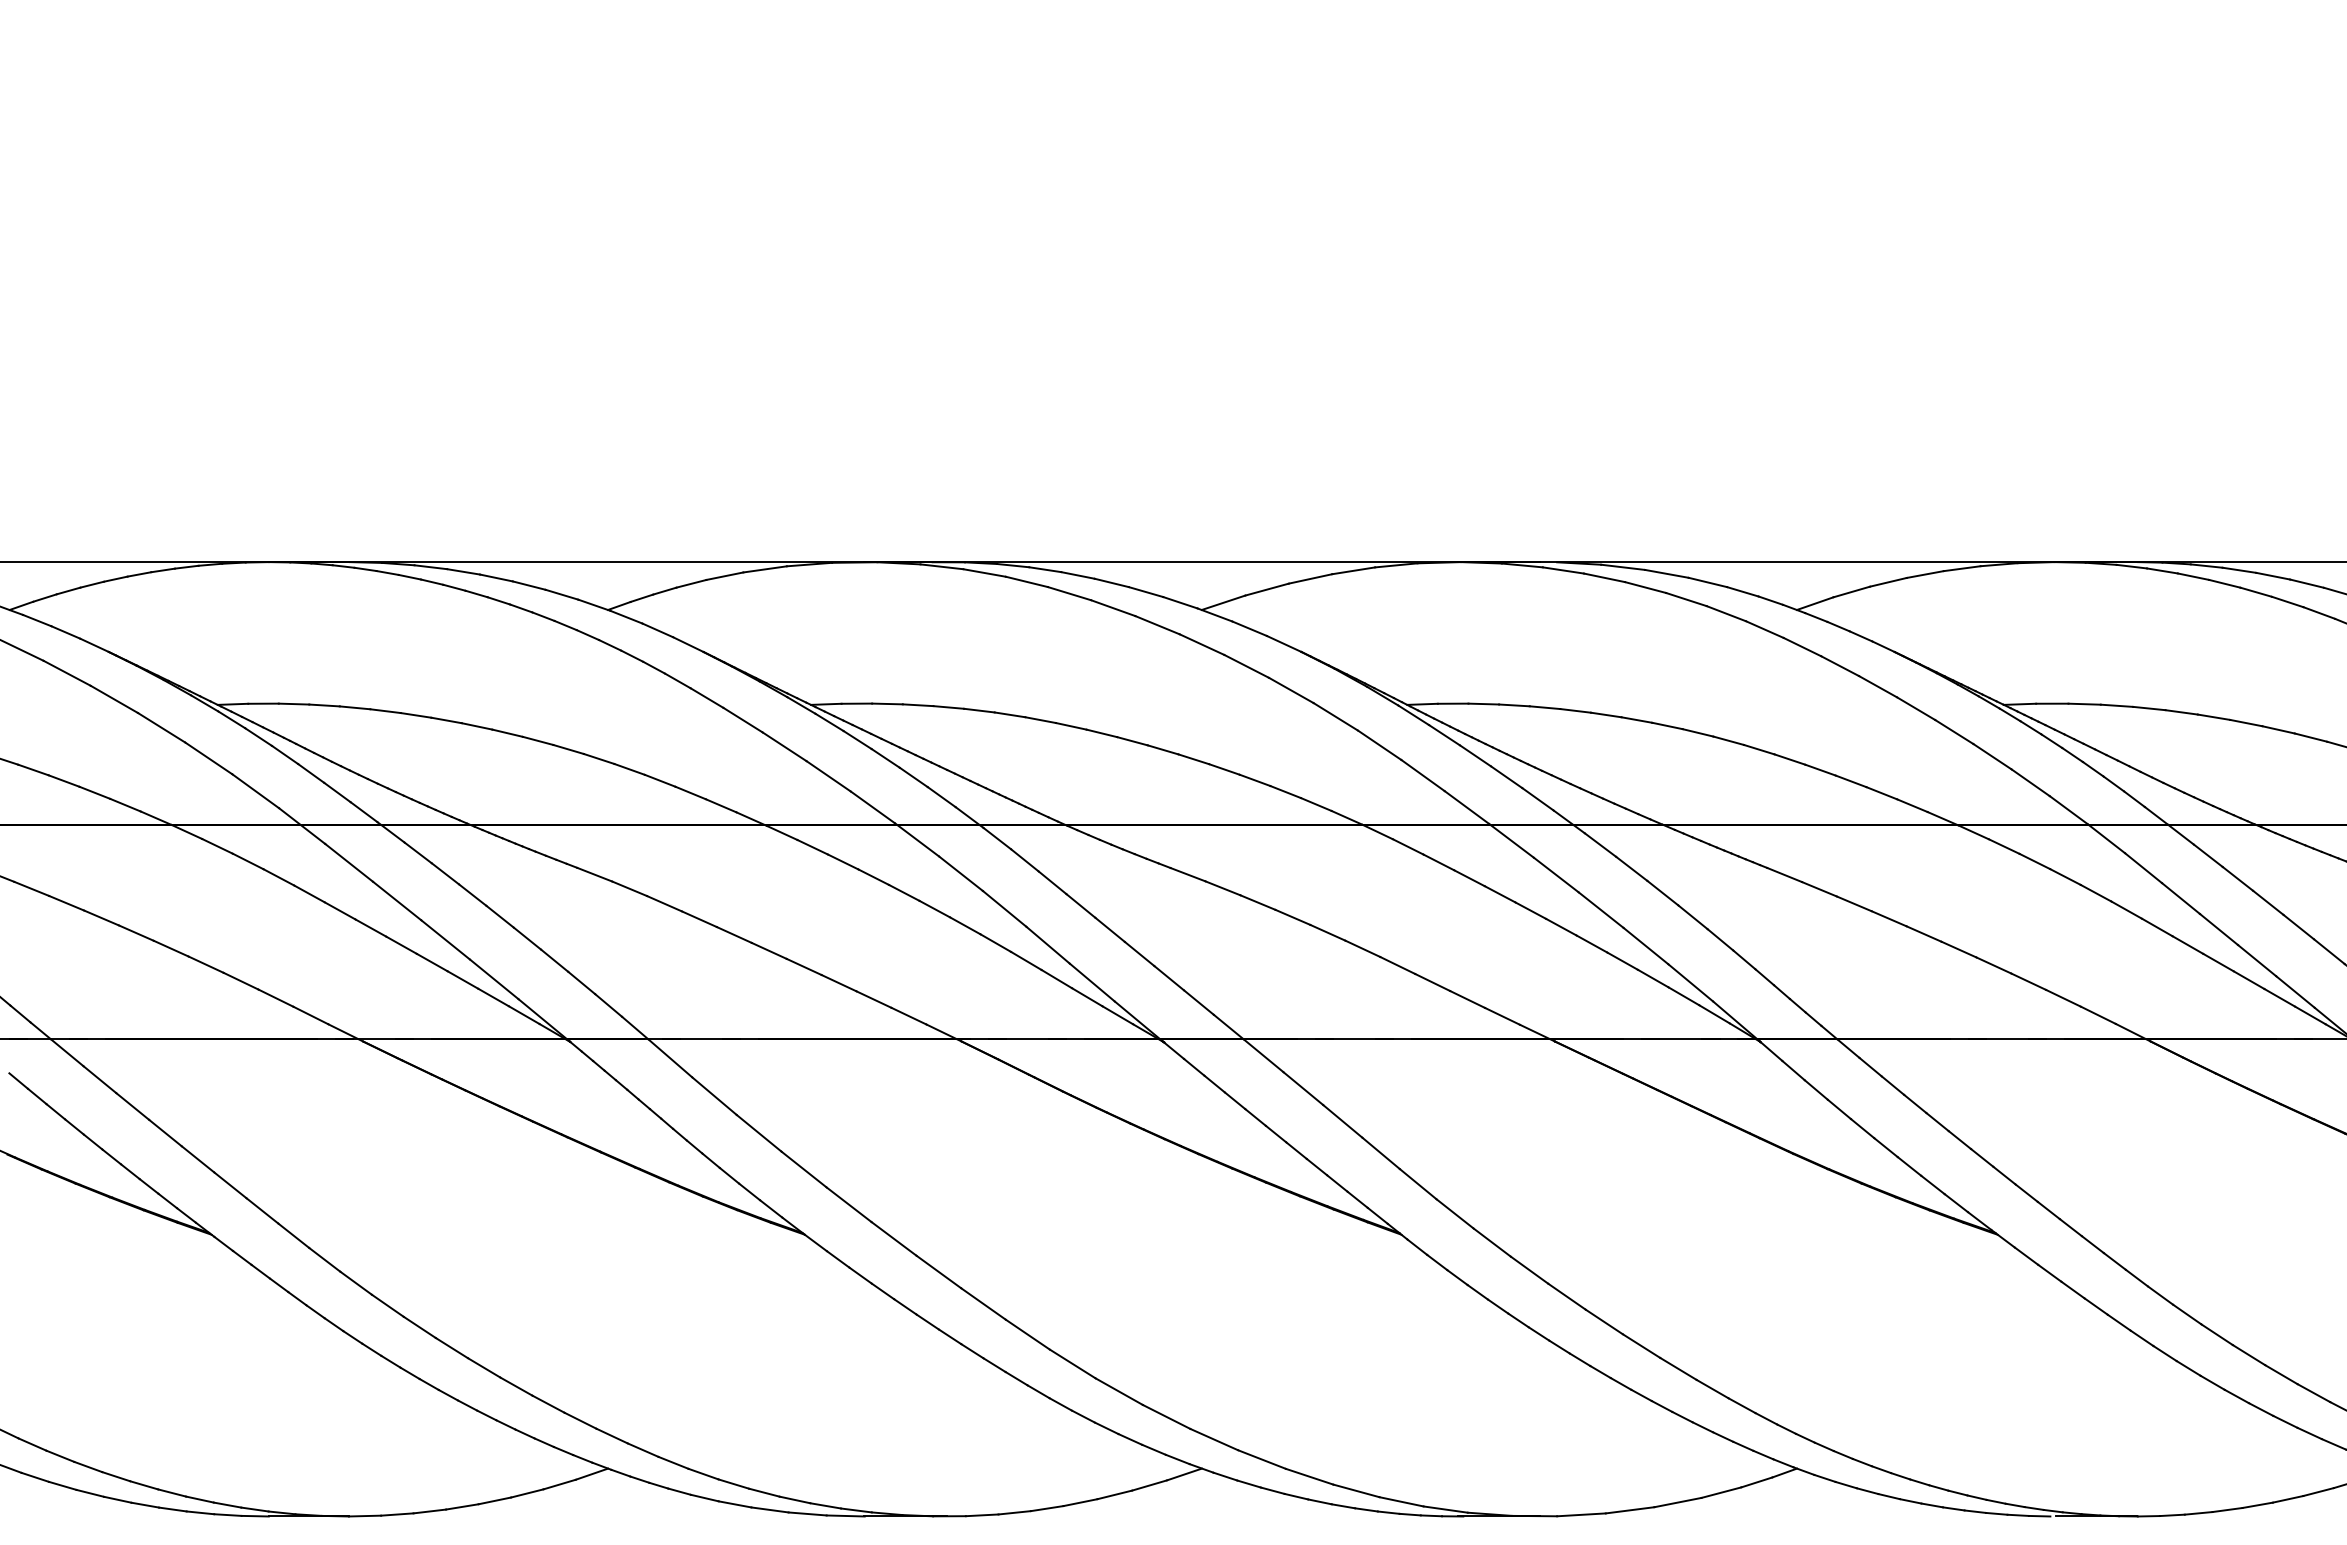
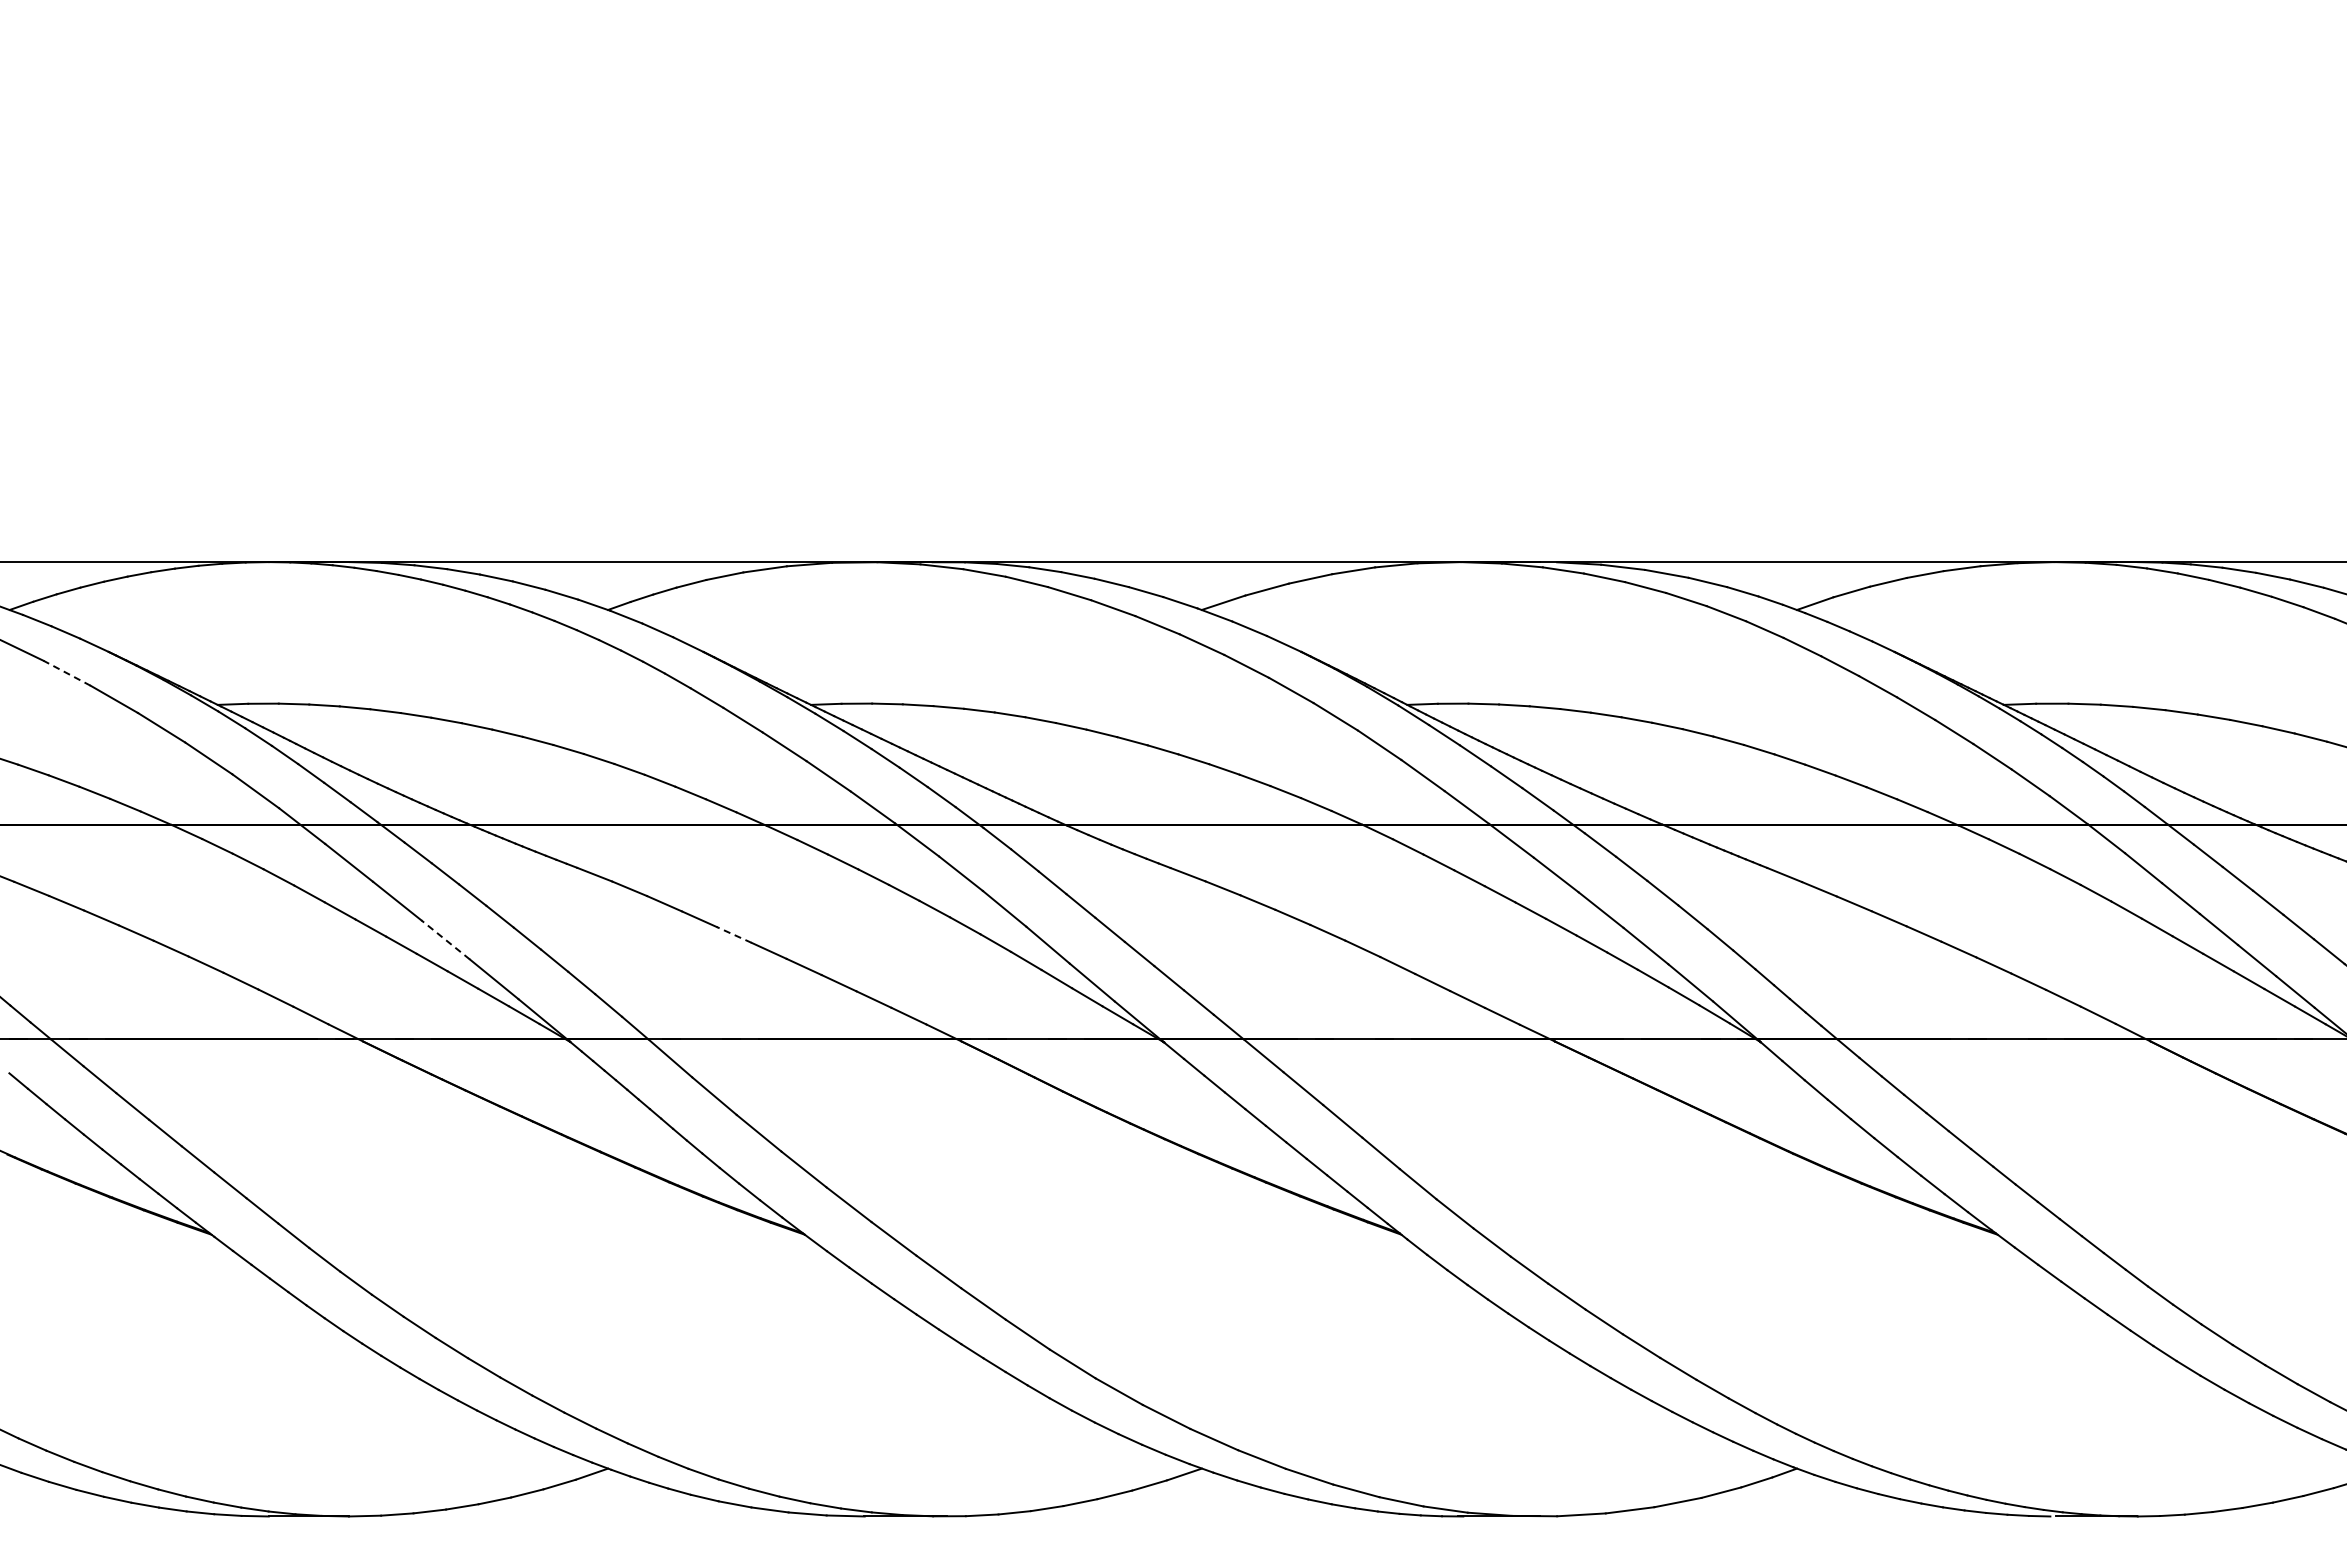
line at (67, 673): solid -> dashed
line at (733, 934): solid -> dashed
line at (445, 939): solid -> dashed
